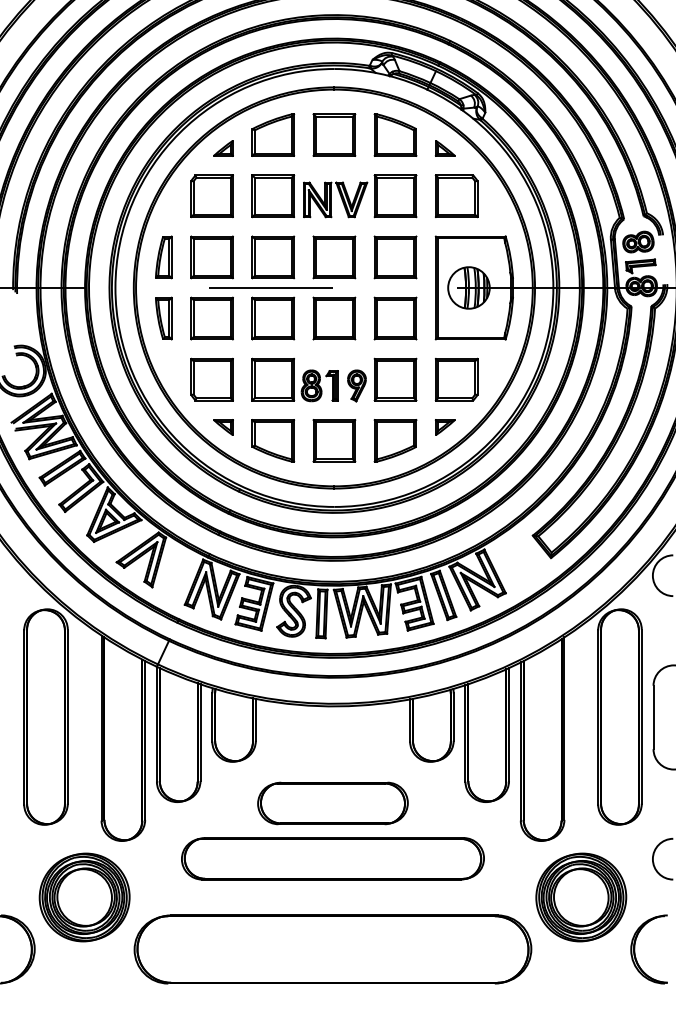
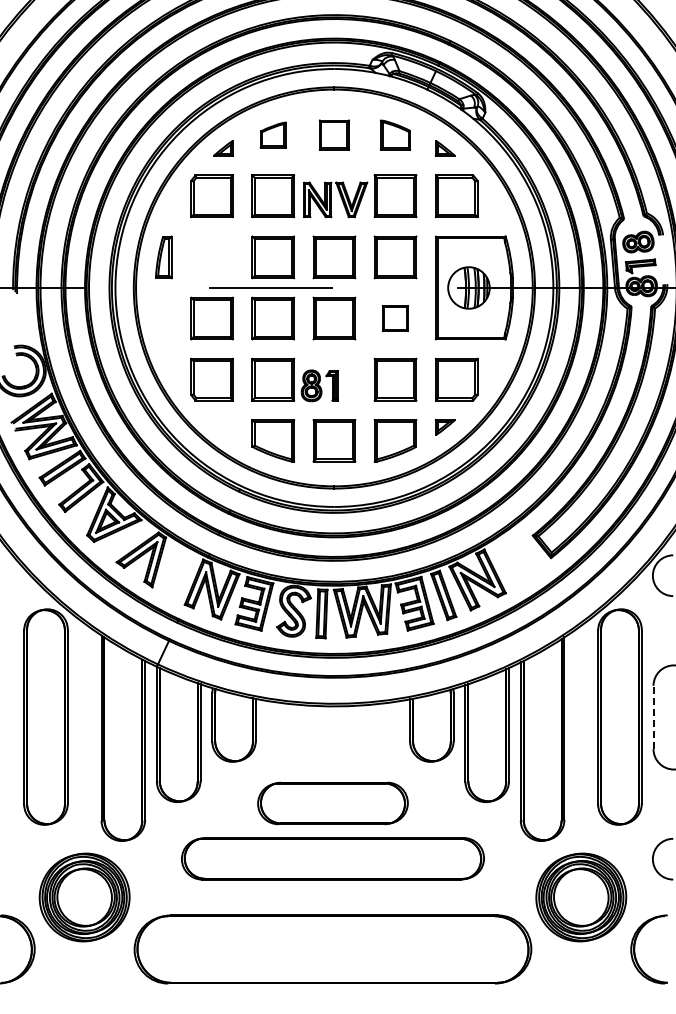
part at (273, 134) size: 45x44 px -> 28x28 px
part at (334, 134) size: 45x44 px -> 33x32 px
part at (395, 134) size: 45x44 px -> 33x32 px
part at (211, 257): present -> none
part at (163, 318): present -> none
part at (395, 318) size: 45x45 px -> 27x27 px
part at (356, 385): present -> none
part at (223, 427): present -> none
line at (653, 717): solid -> dashed
